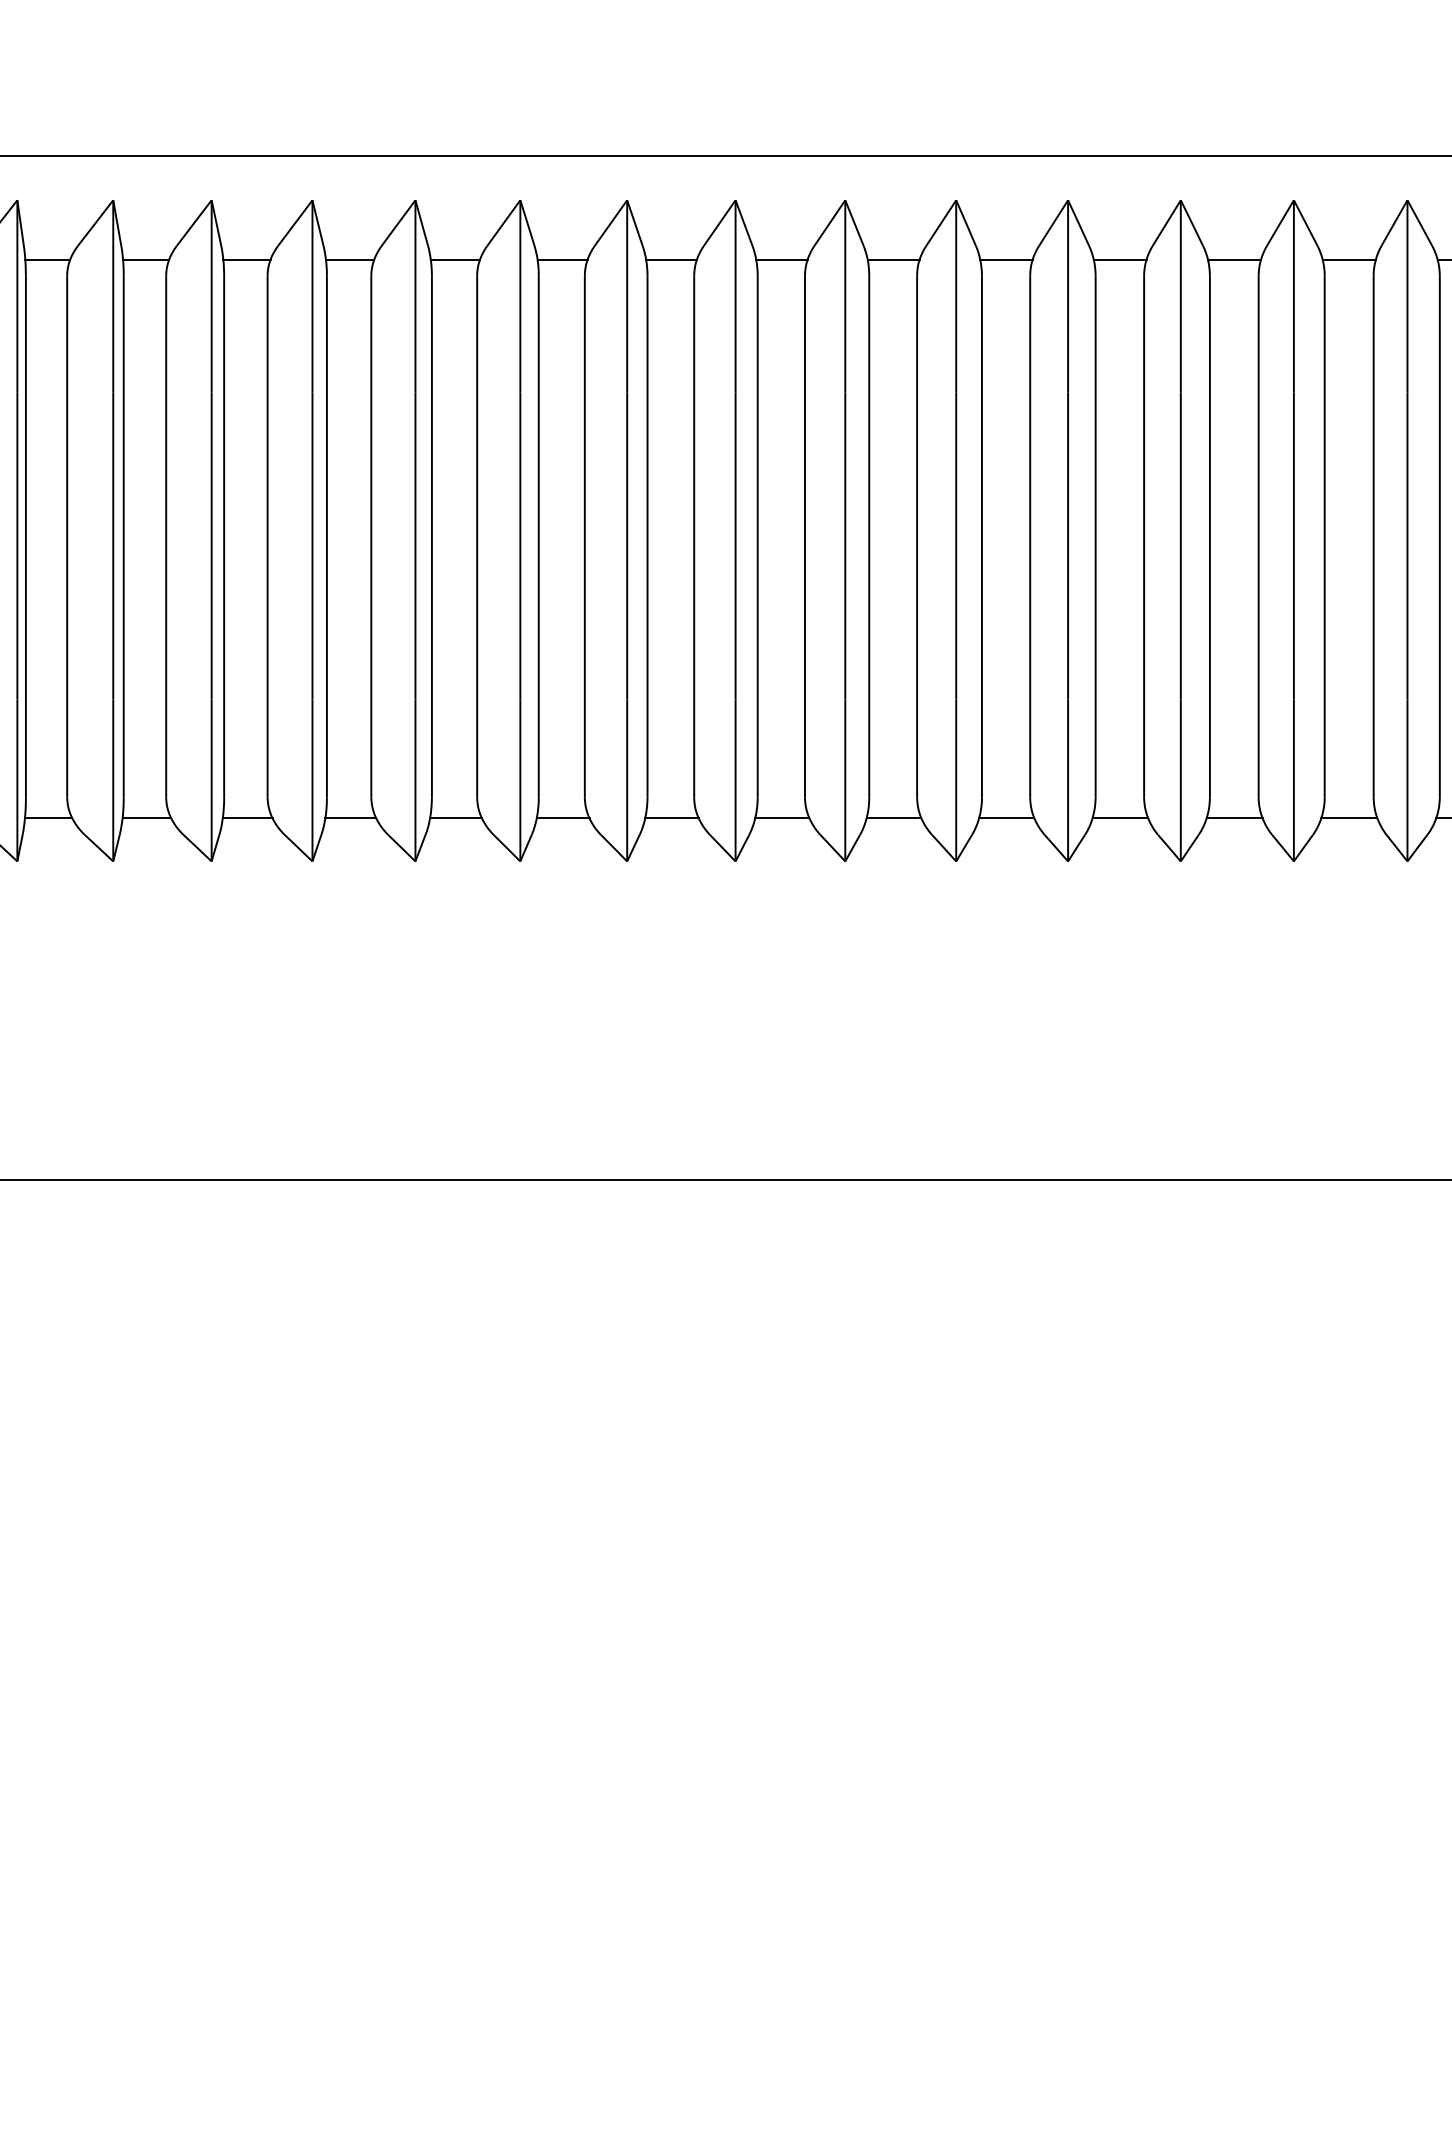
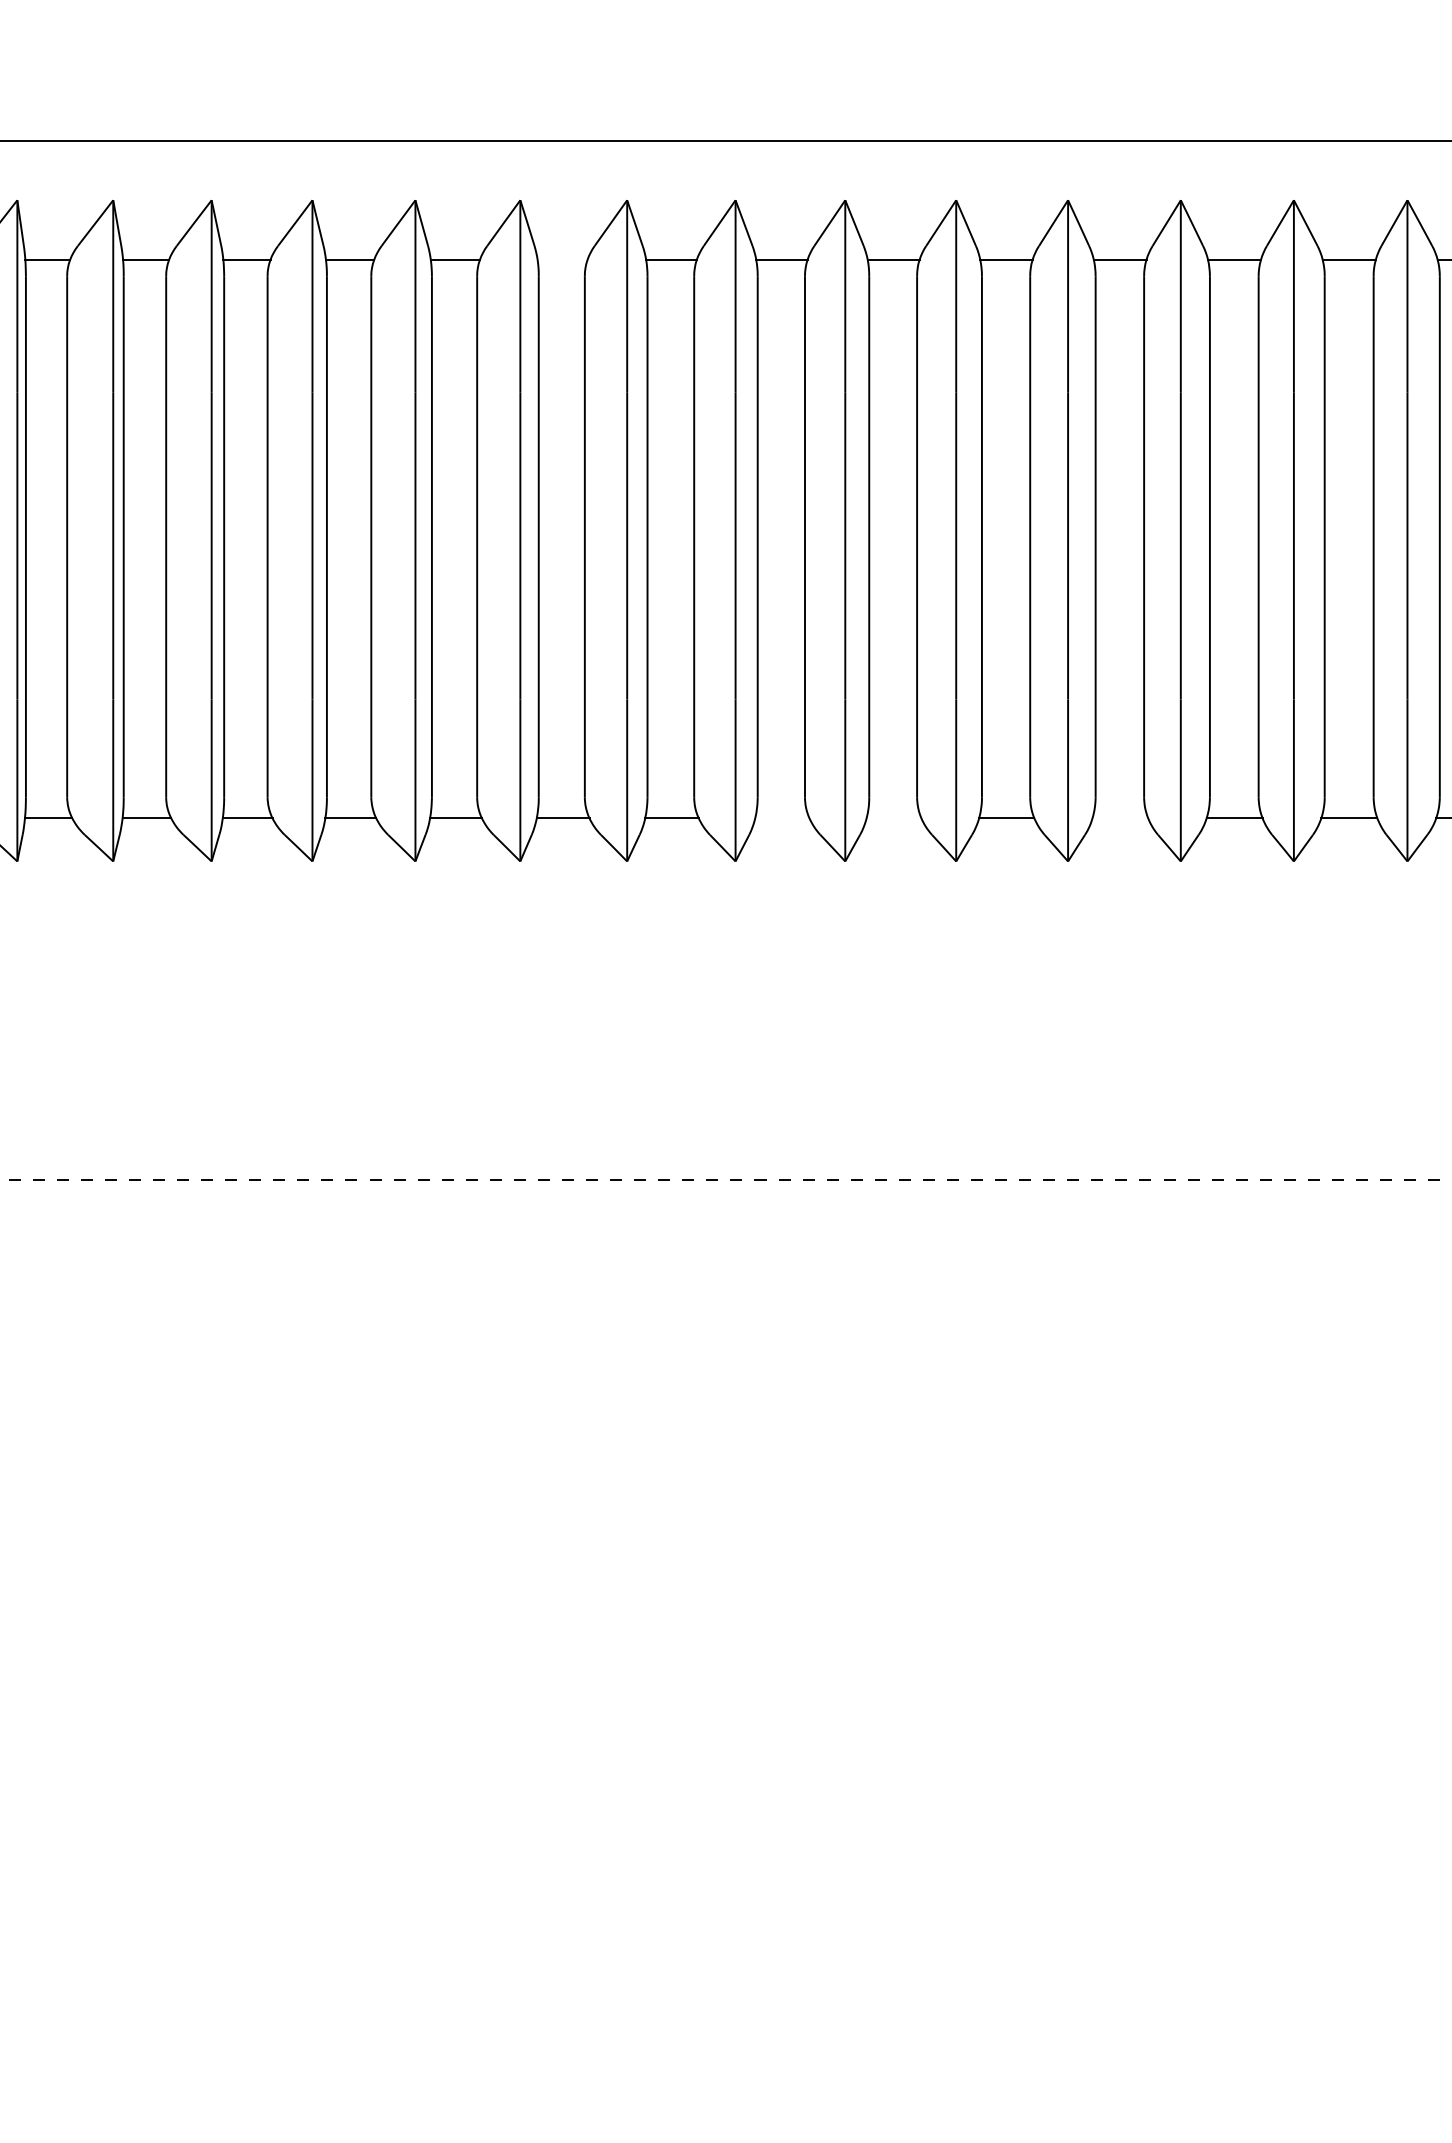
line at (725, 155) position: (725, 155) -> (725, 140)
line at (562, 259): present -> none
line at (782, 818): present -> none
line at (893, 818): present -> none
line at (1120, 818): present -> none
line at (725, 1179): solid -> dashed
